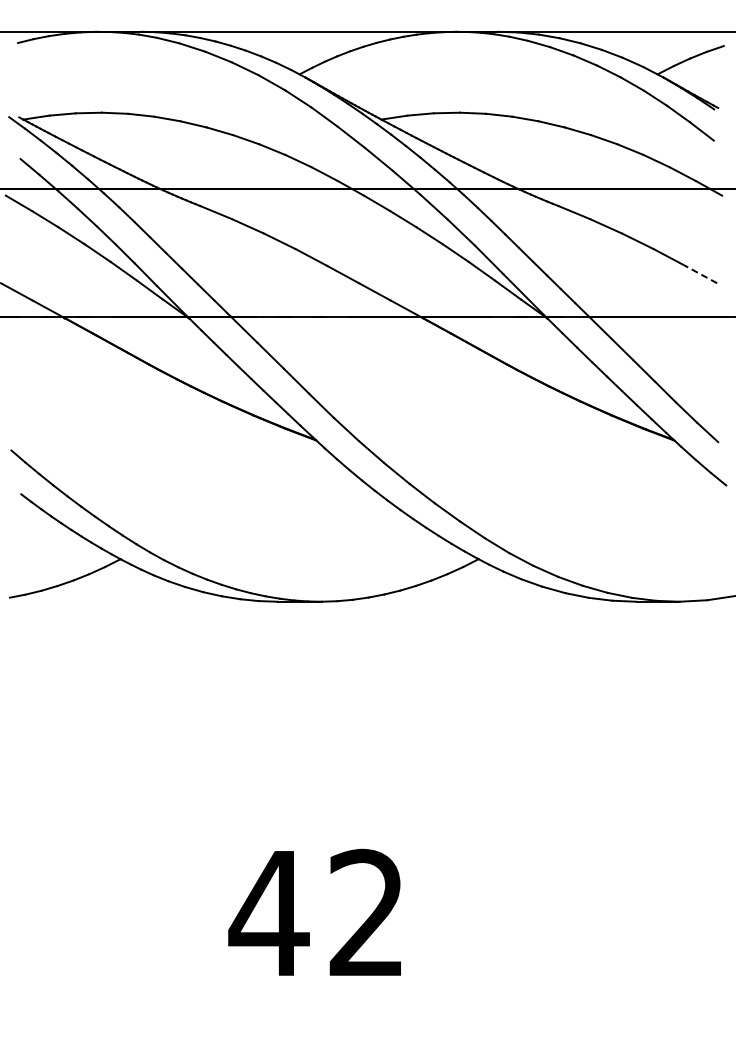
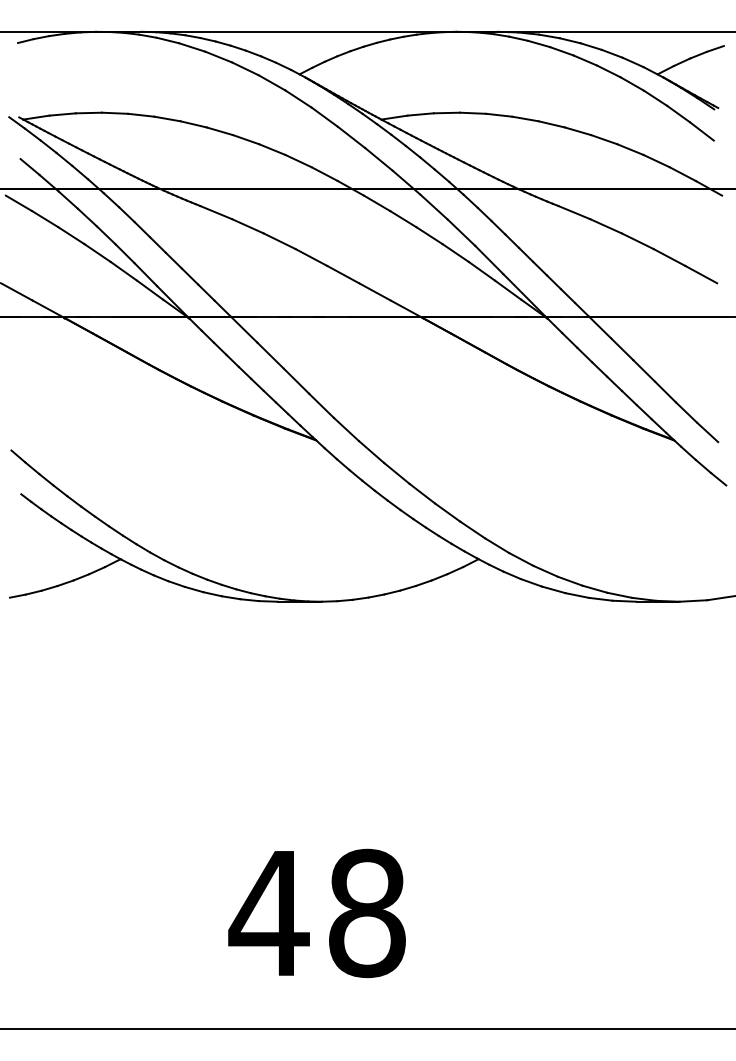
line at (700, 274): dashed -> solid
text at (367, 913): 42 -> 48
line at (367, 1029): none -> present
